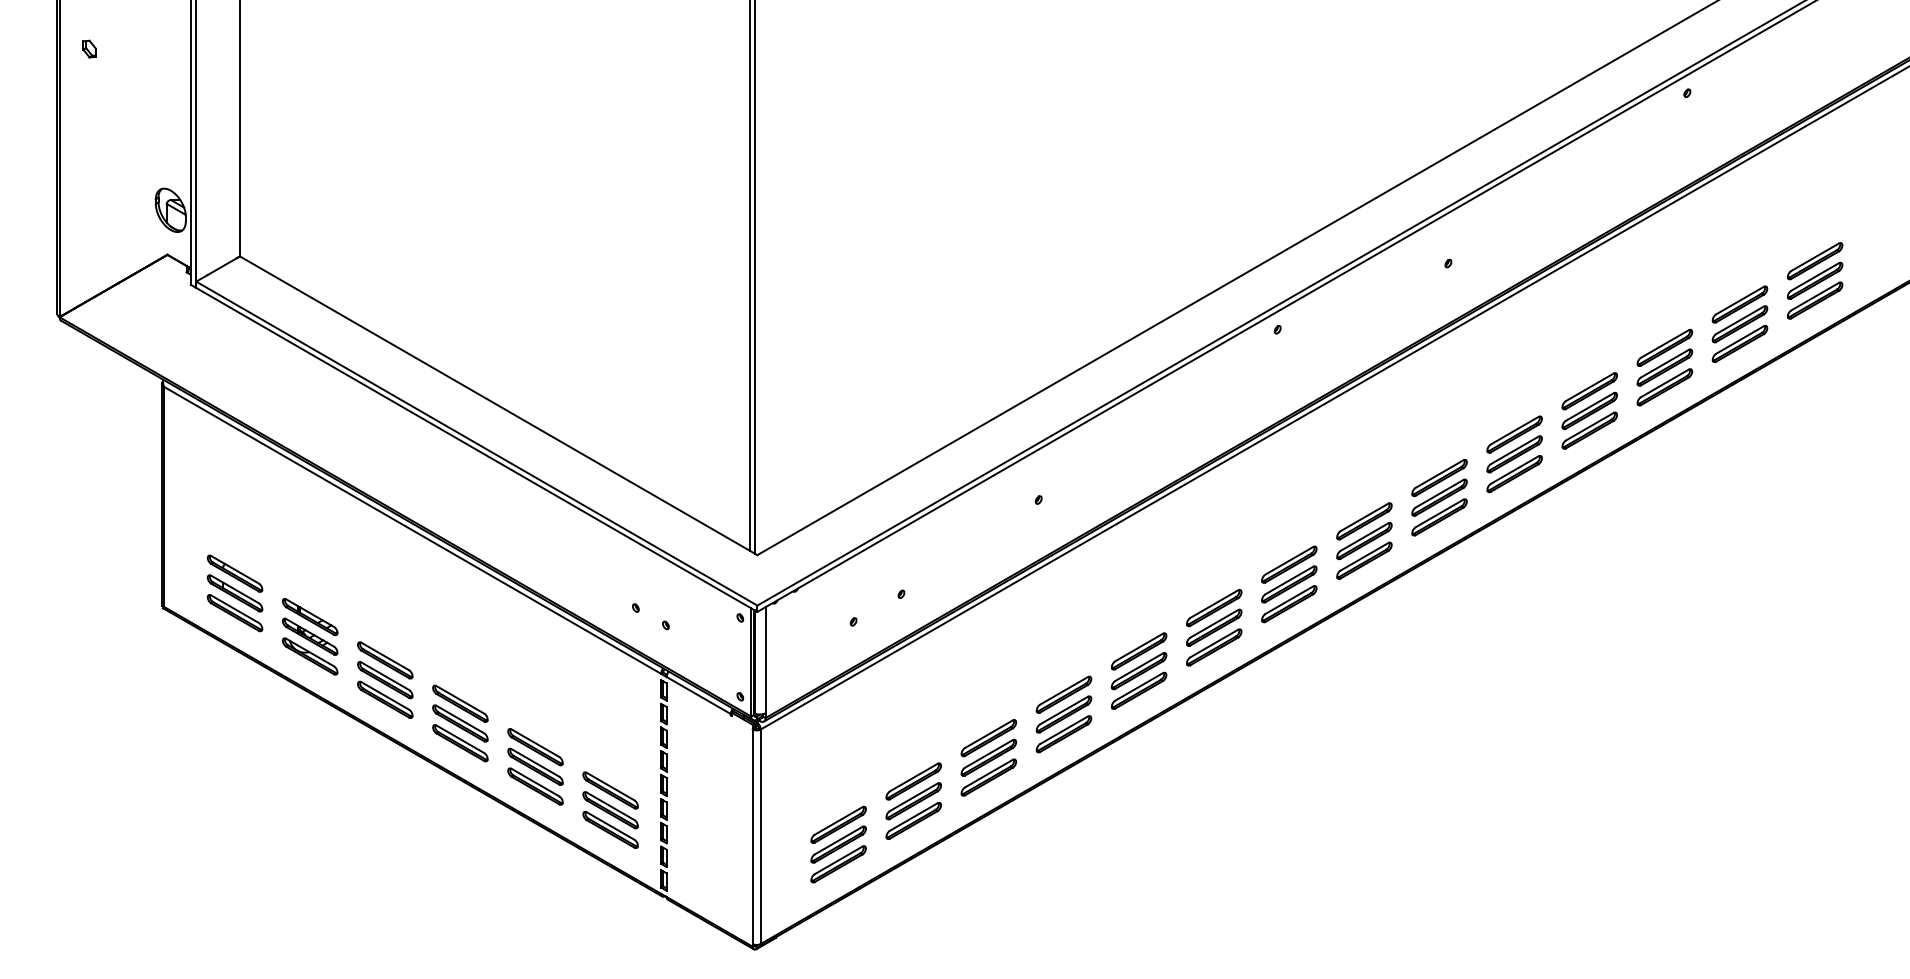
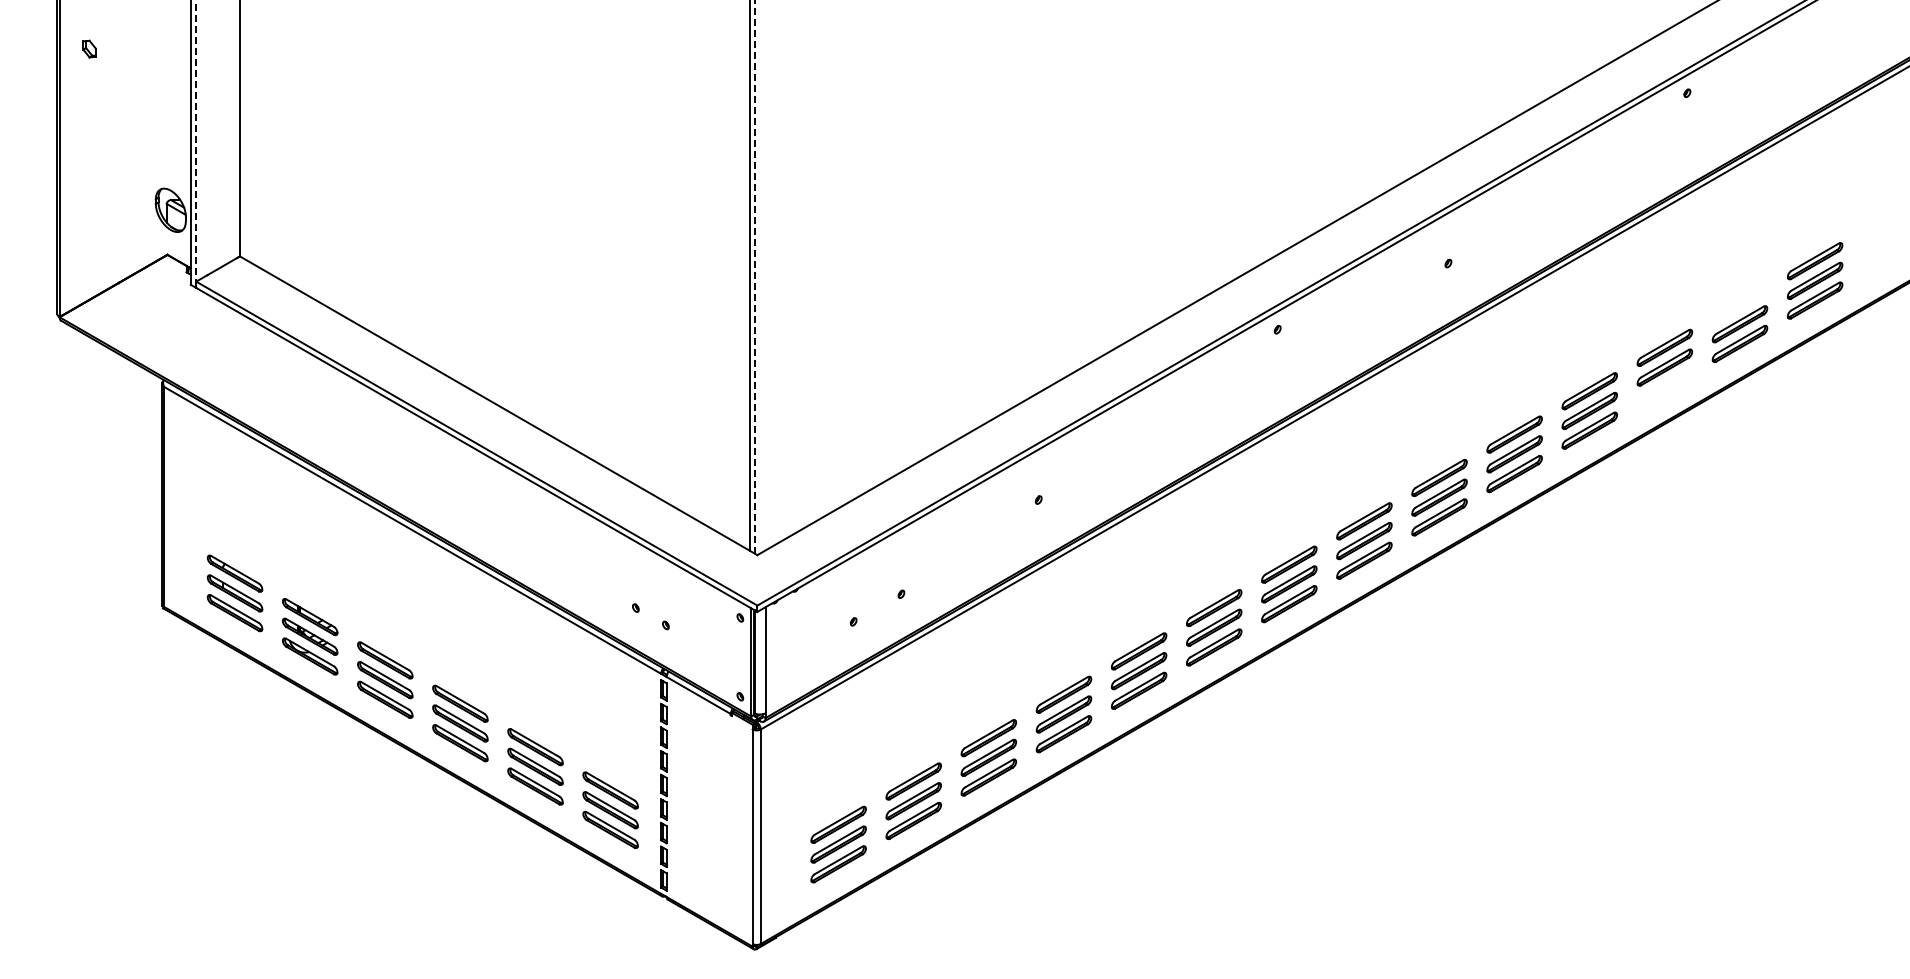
line at (196, 144): solid -> dashed
line at (755, 277): solid -> dashed
part at (1739, 304): present -> none
part at (1664, 387): present -> none
